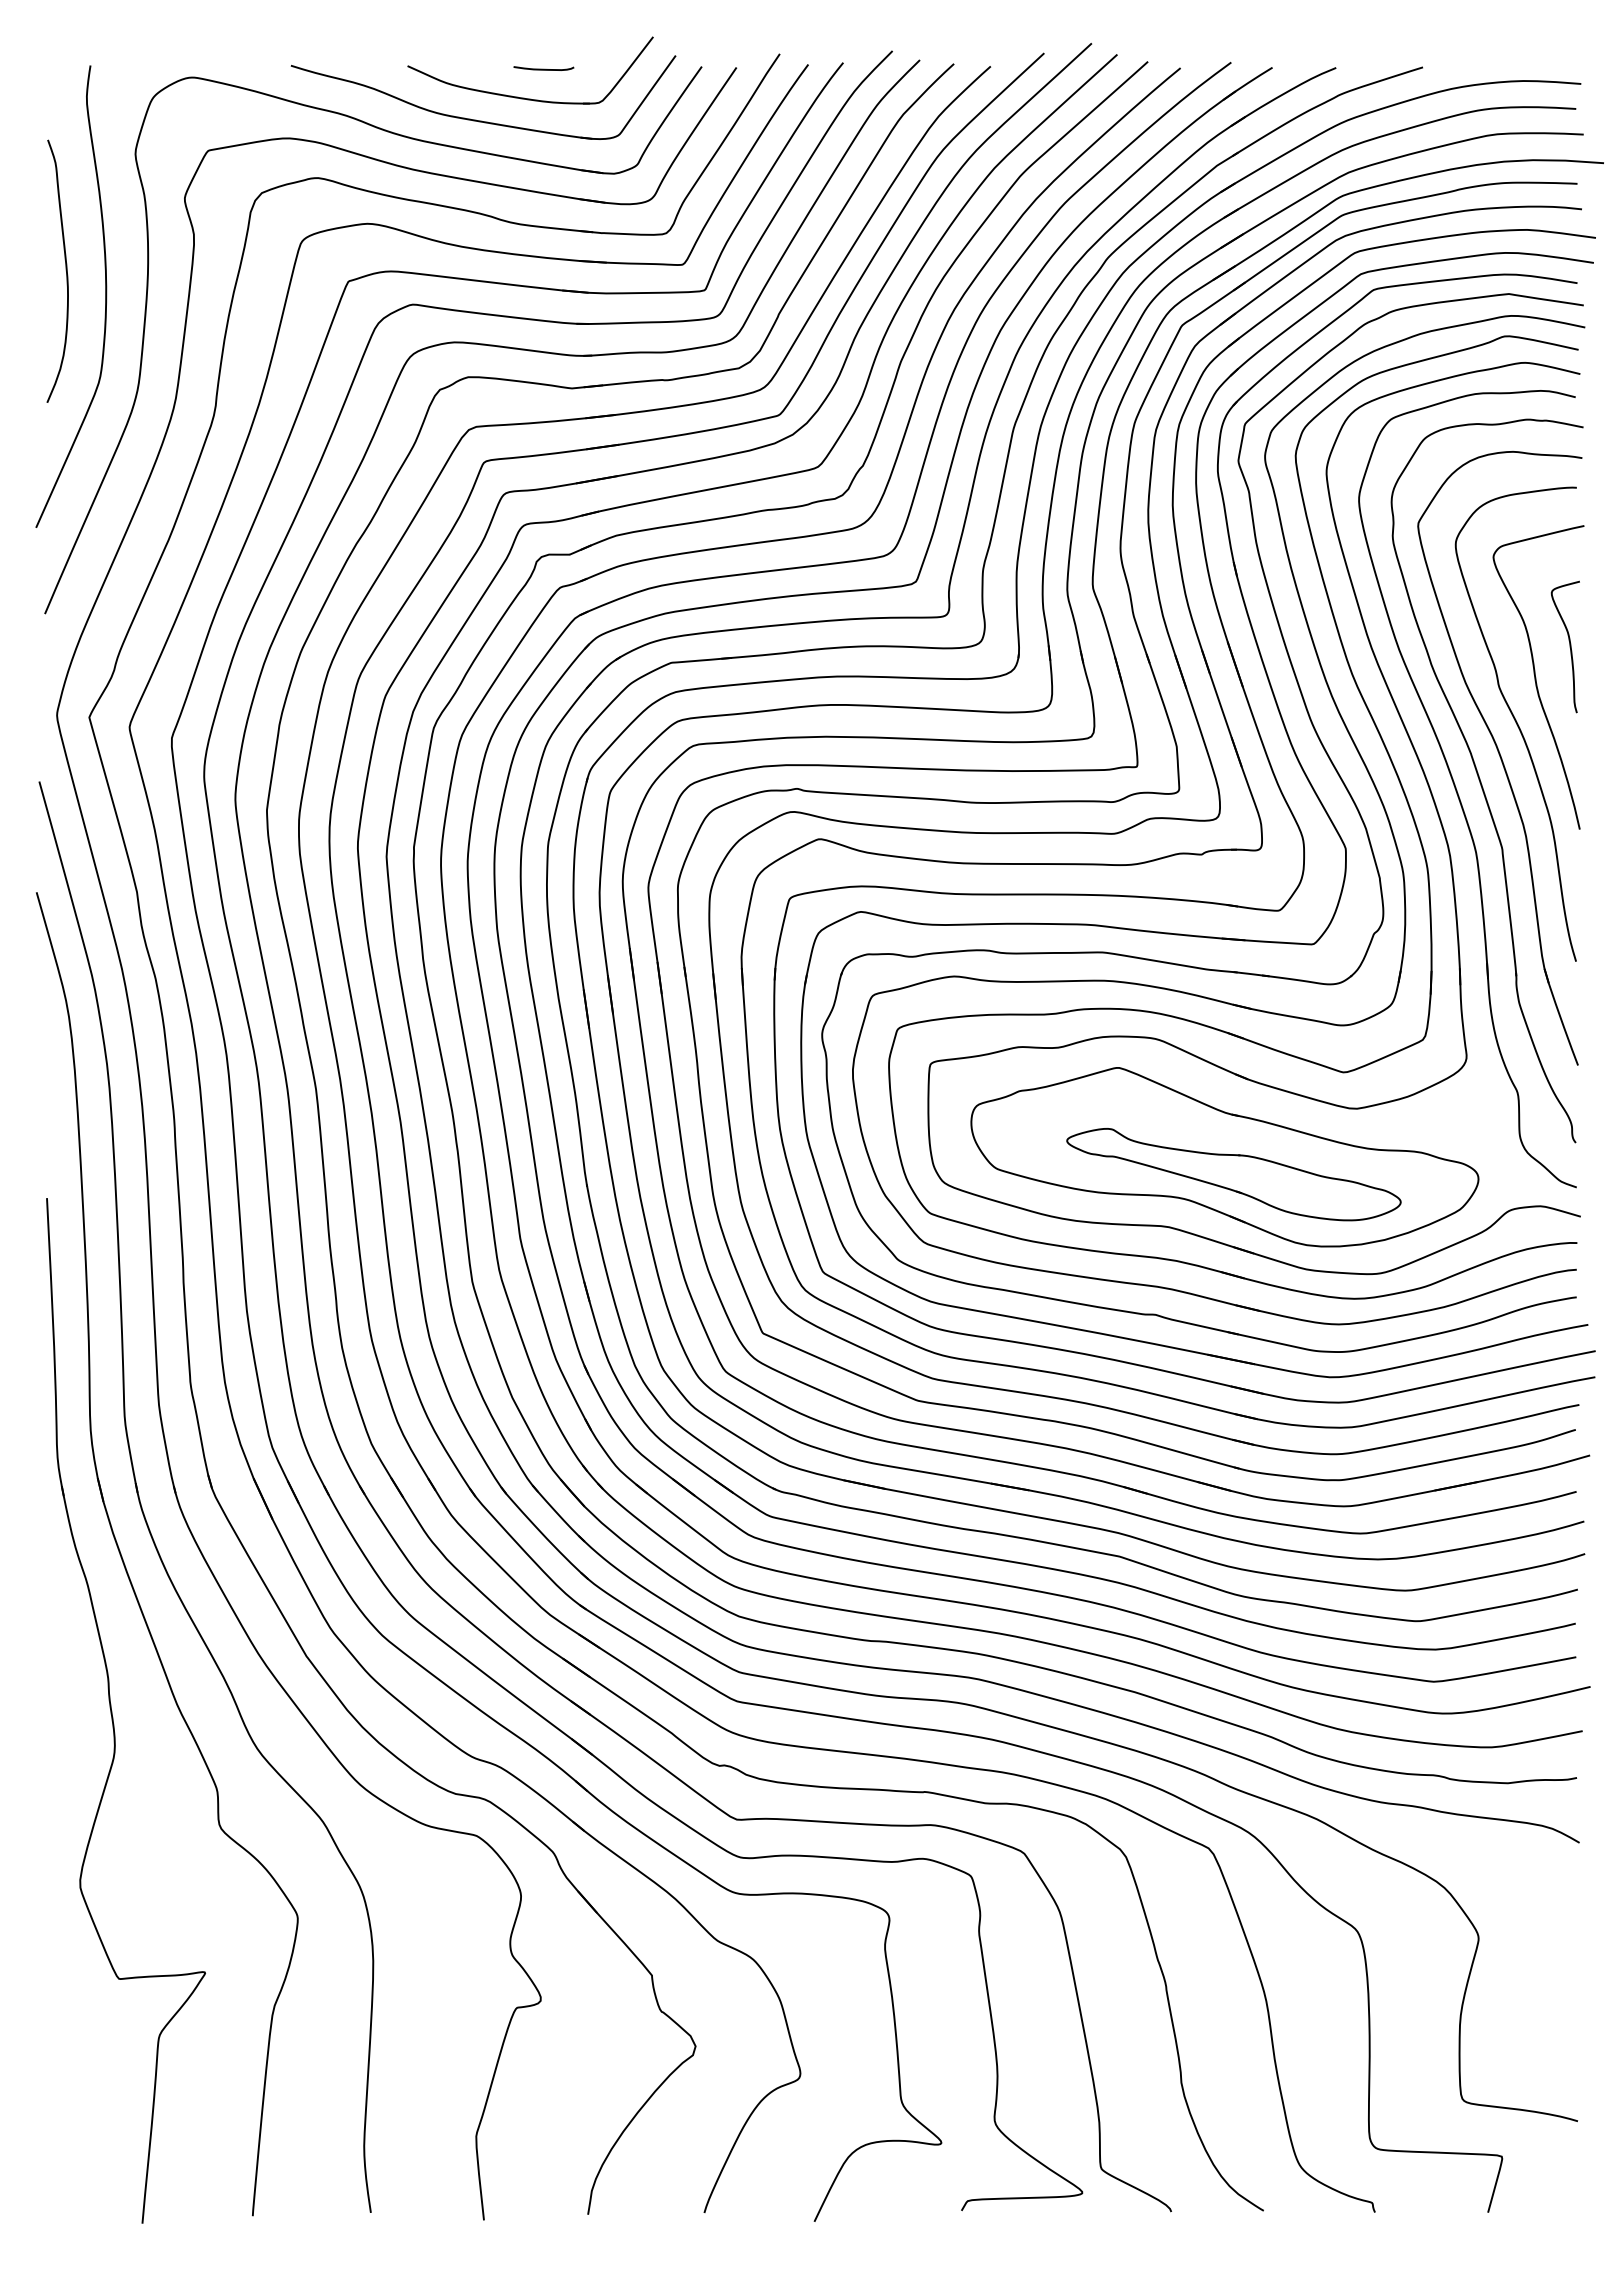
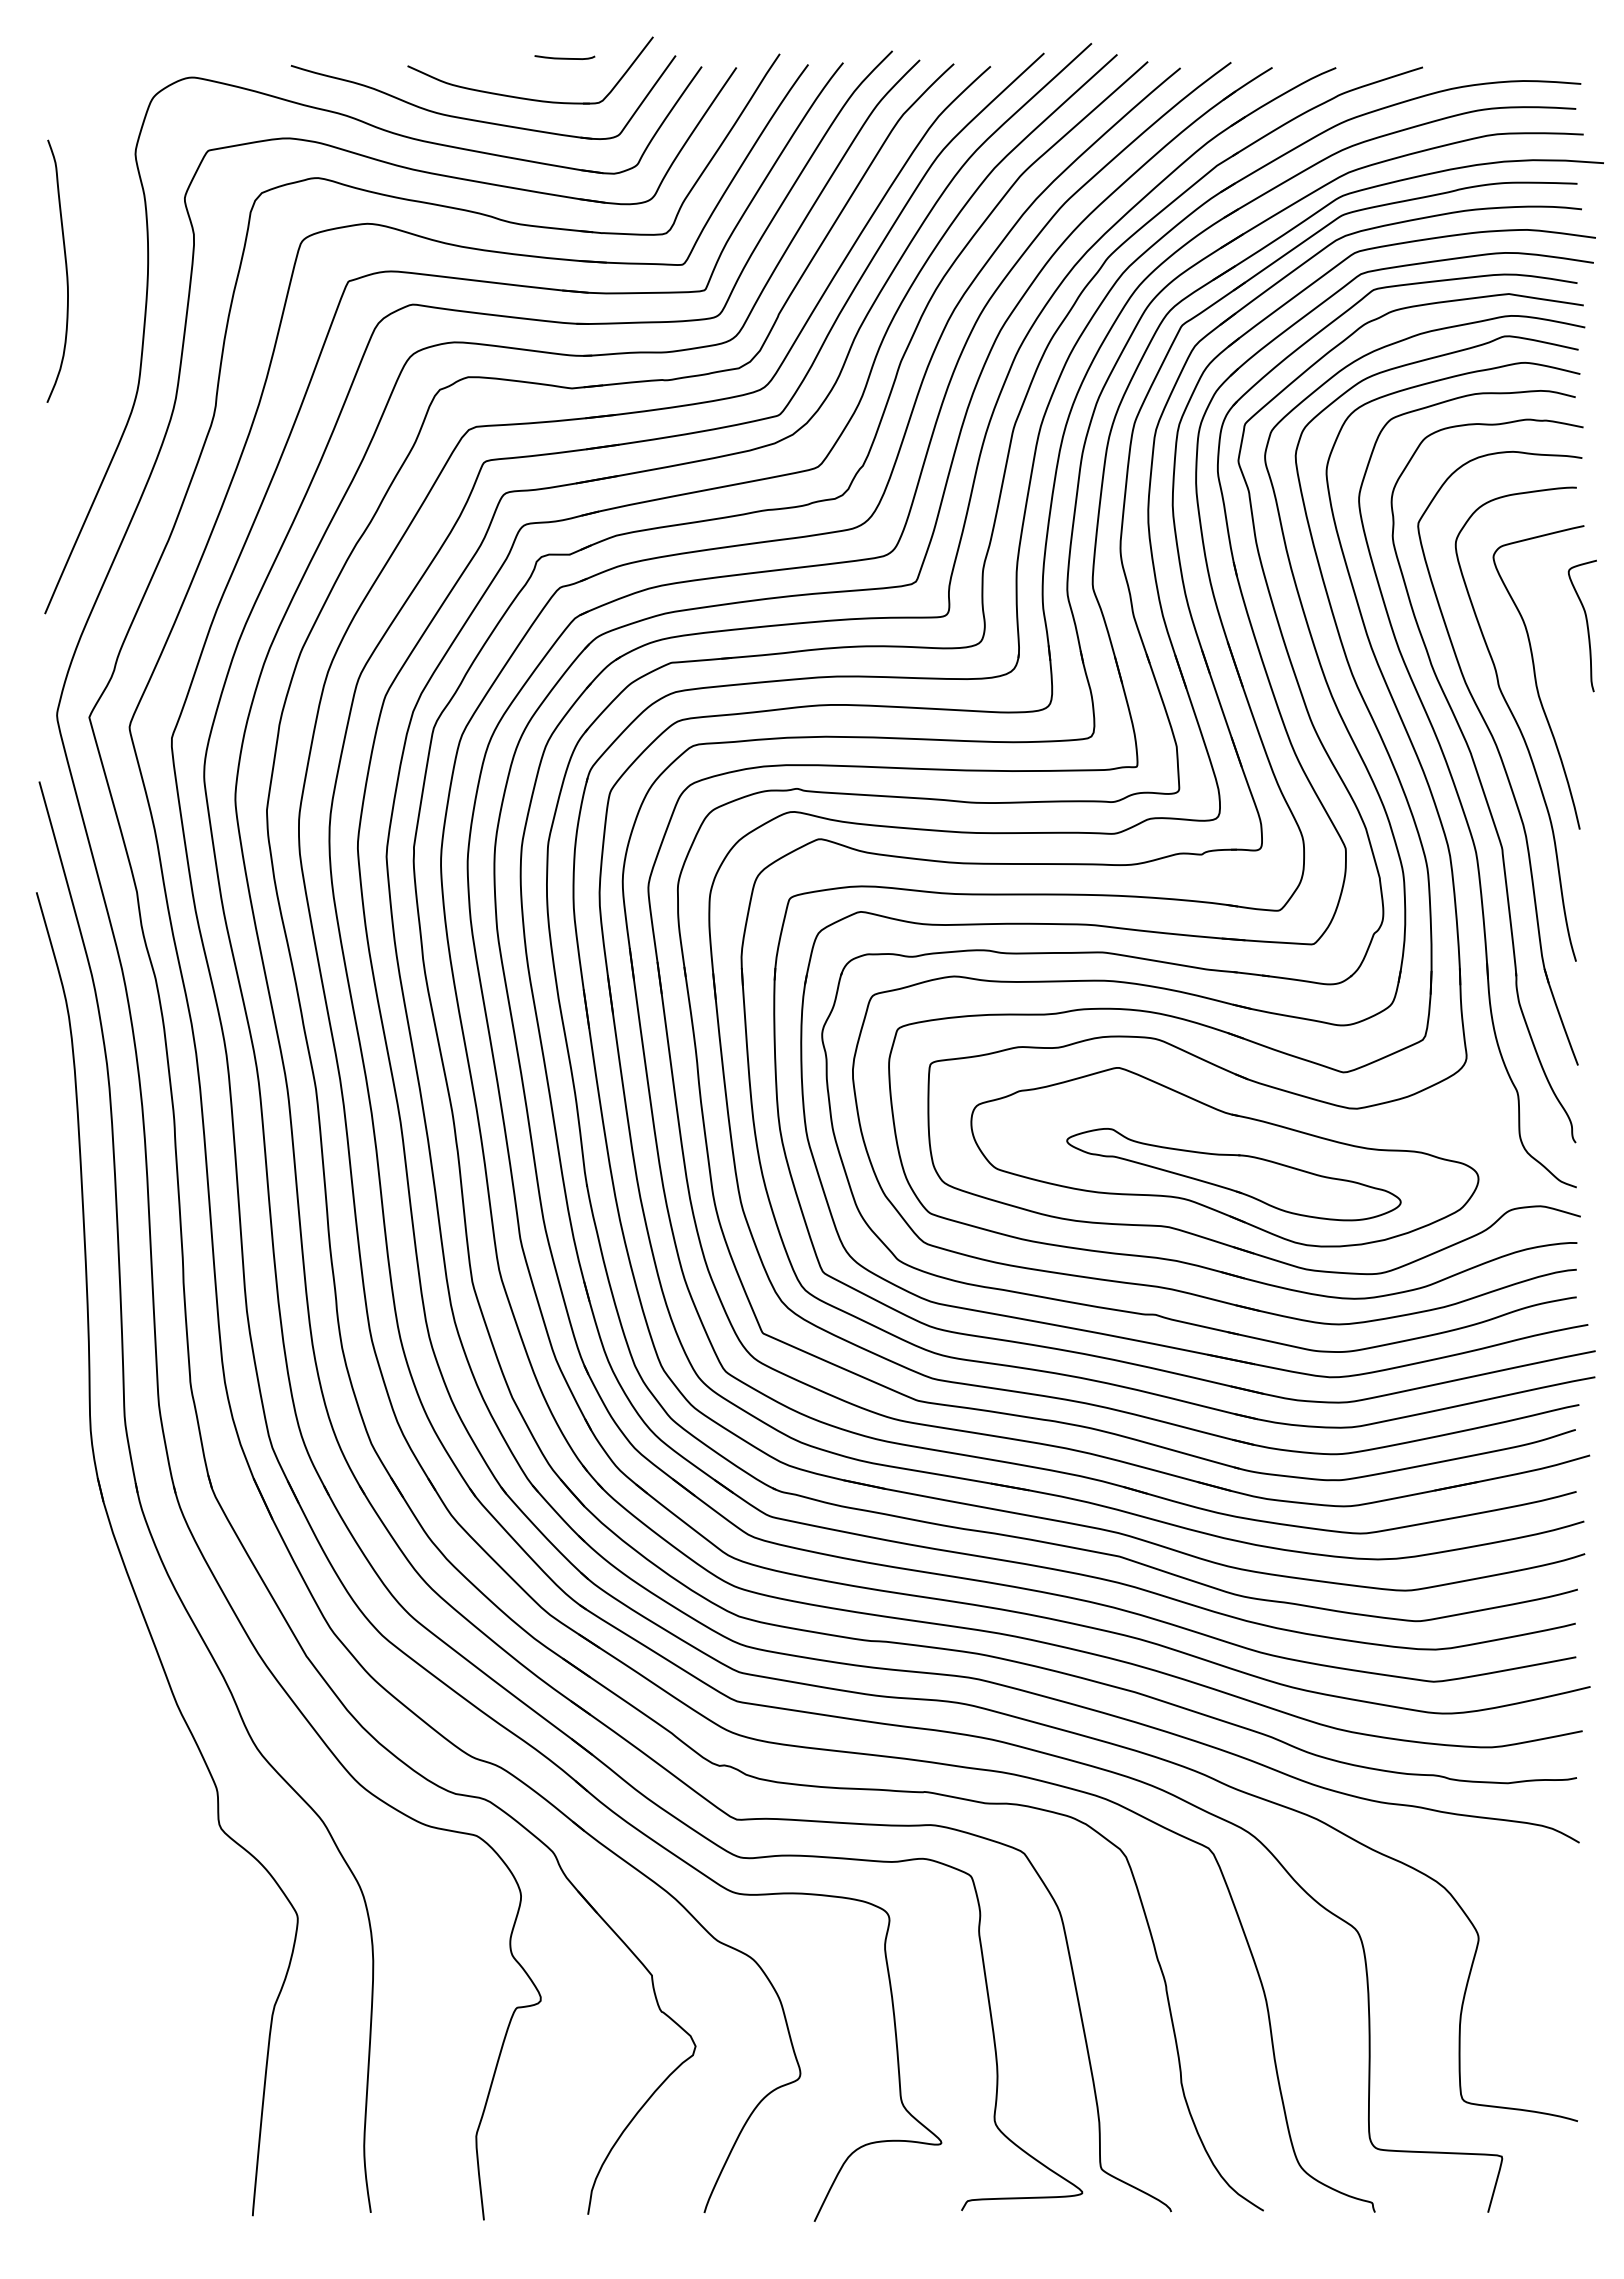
curve at (543, 68) position: (543, 68) -> (564, 57)
curve at (105, 296): present -> none
curve at (1569, 646) position: (1569, 646) -> (1586, 625)
part at (112, 1710): present -> none
